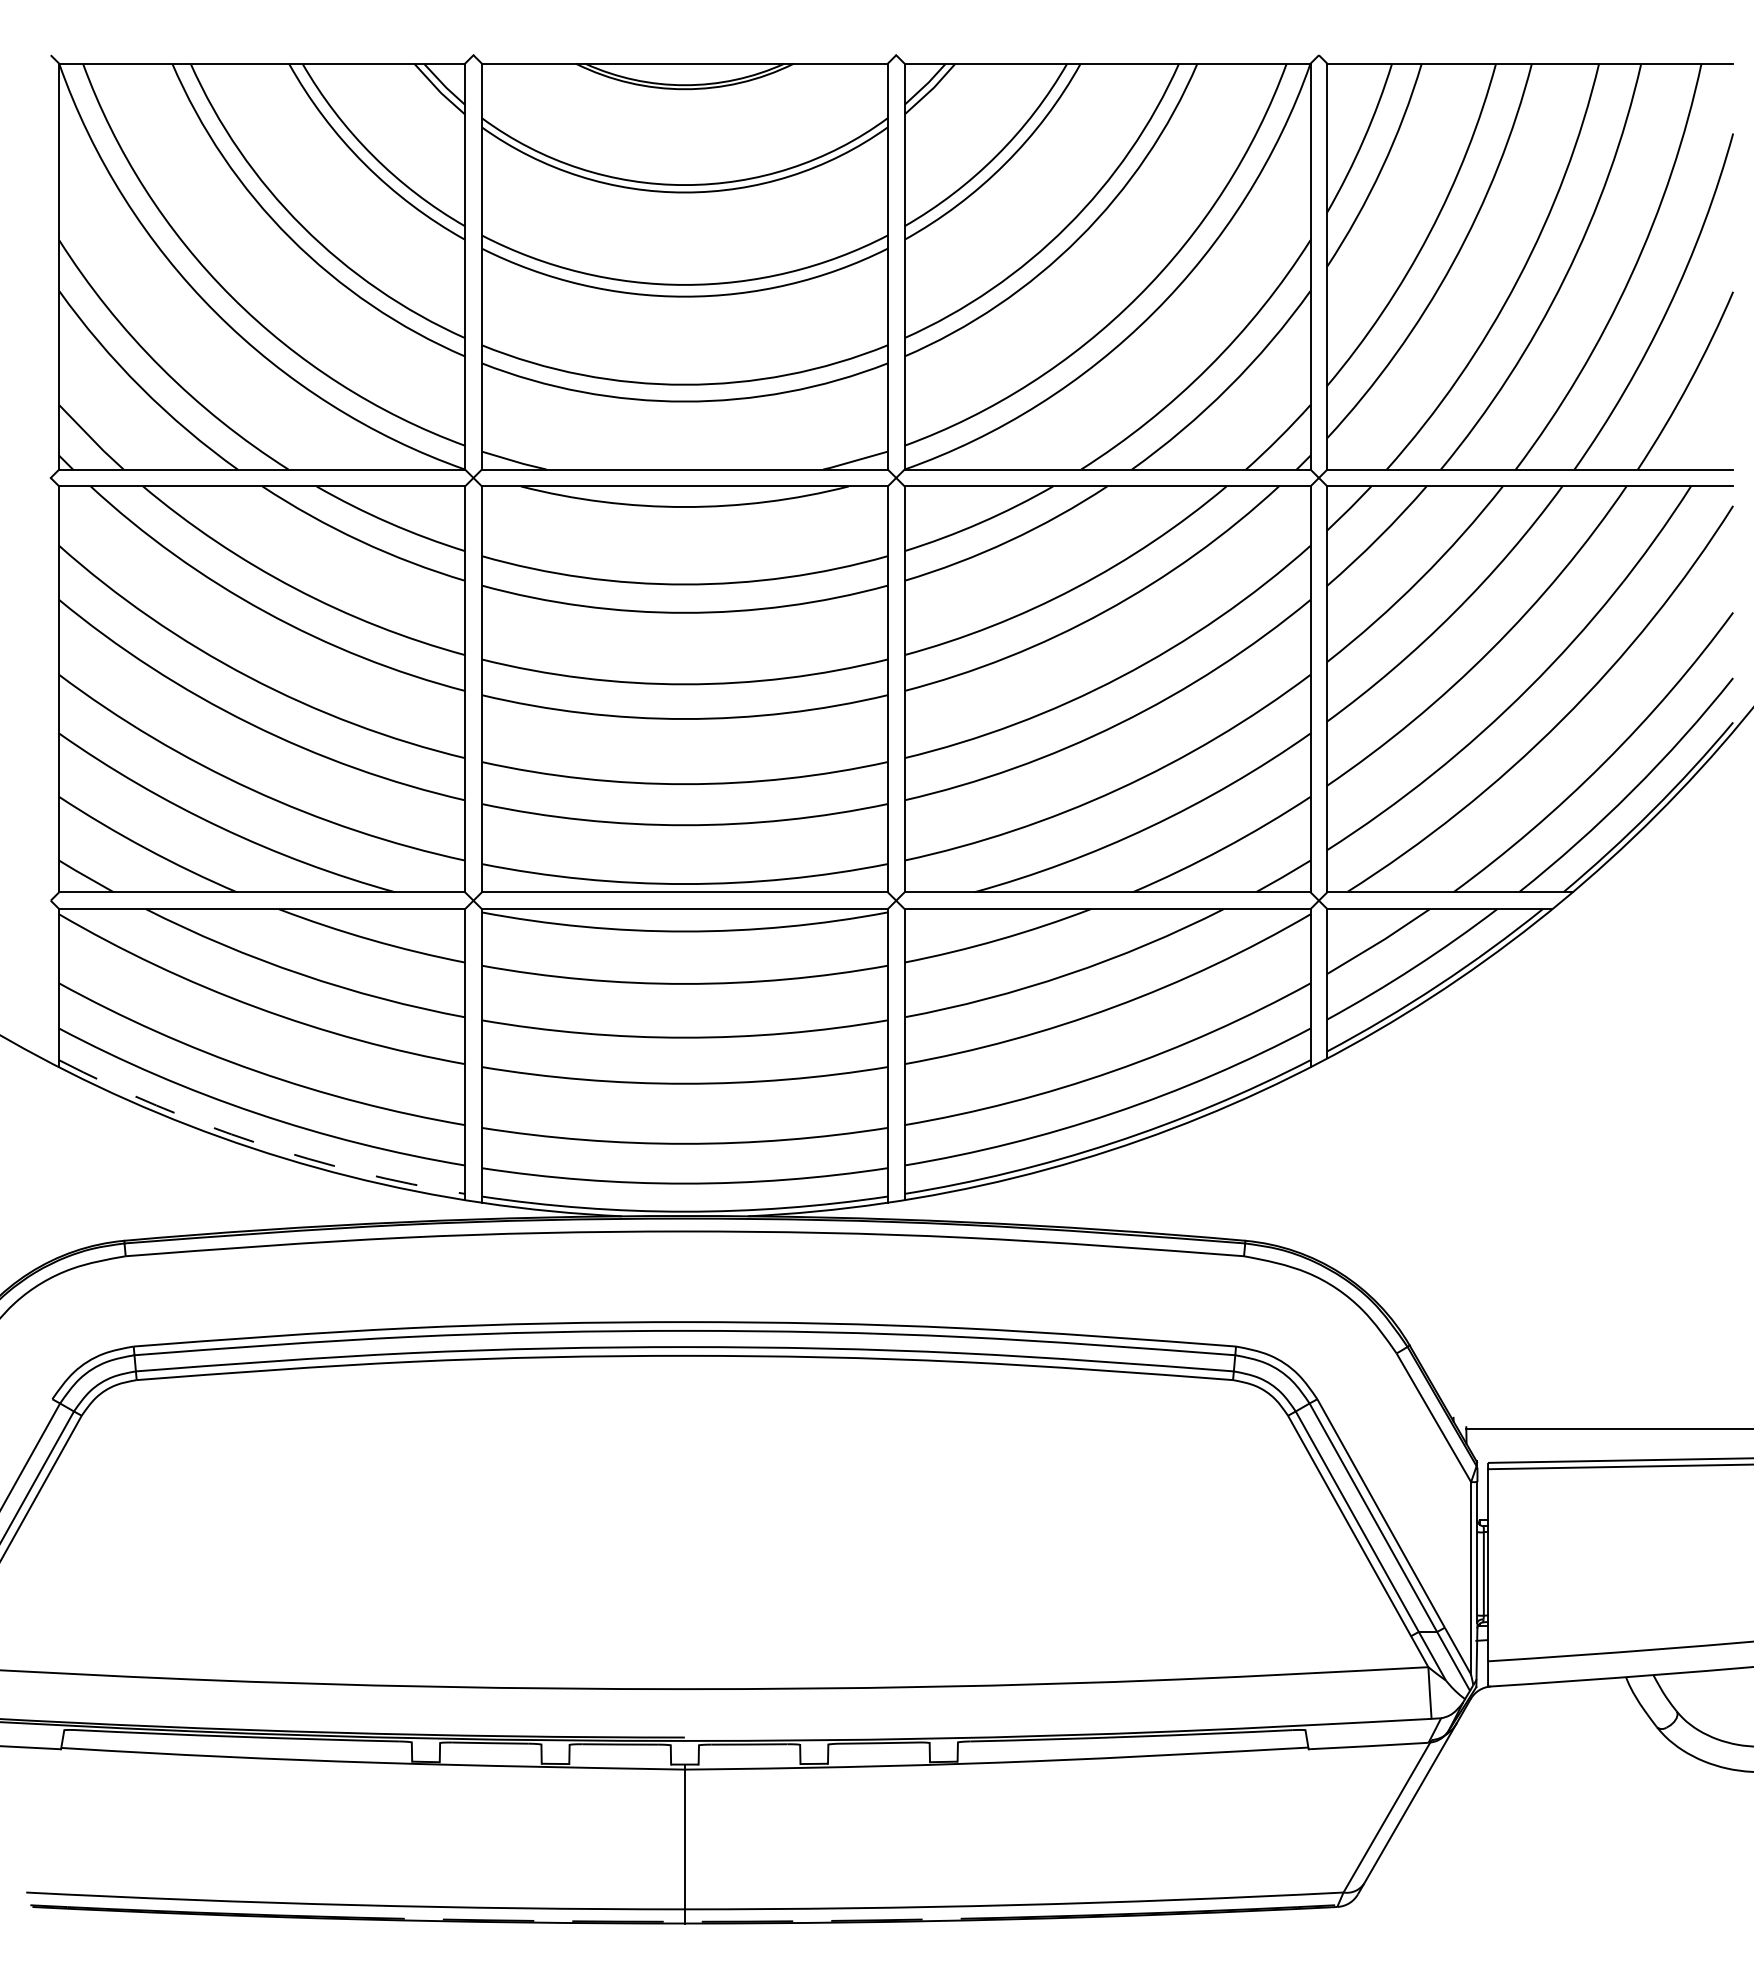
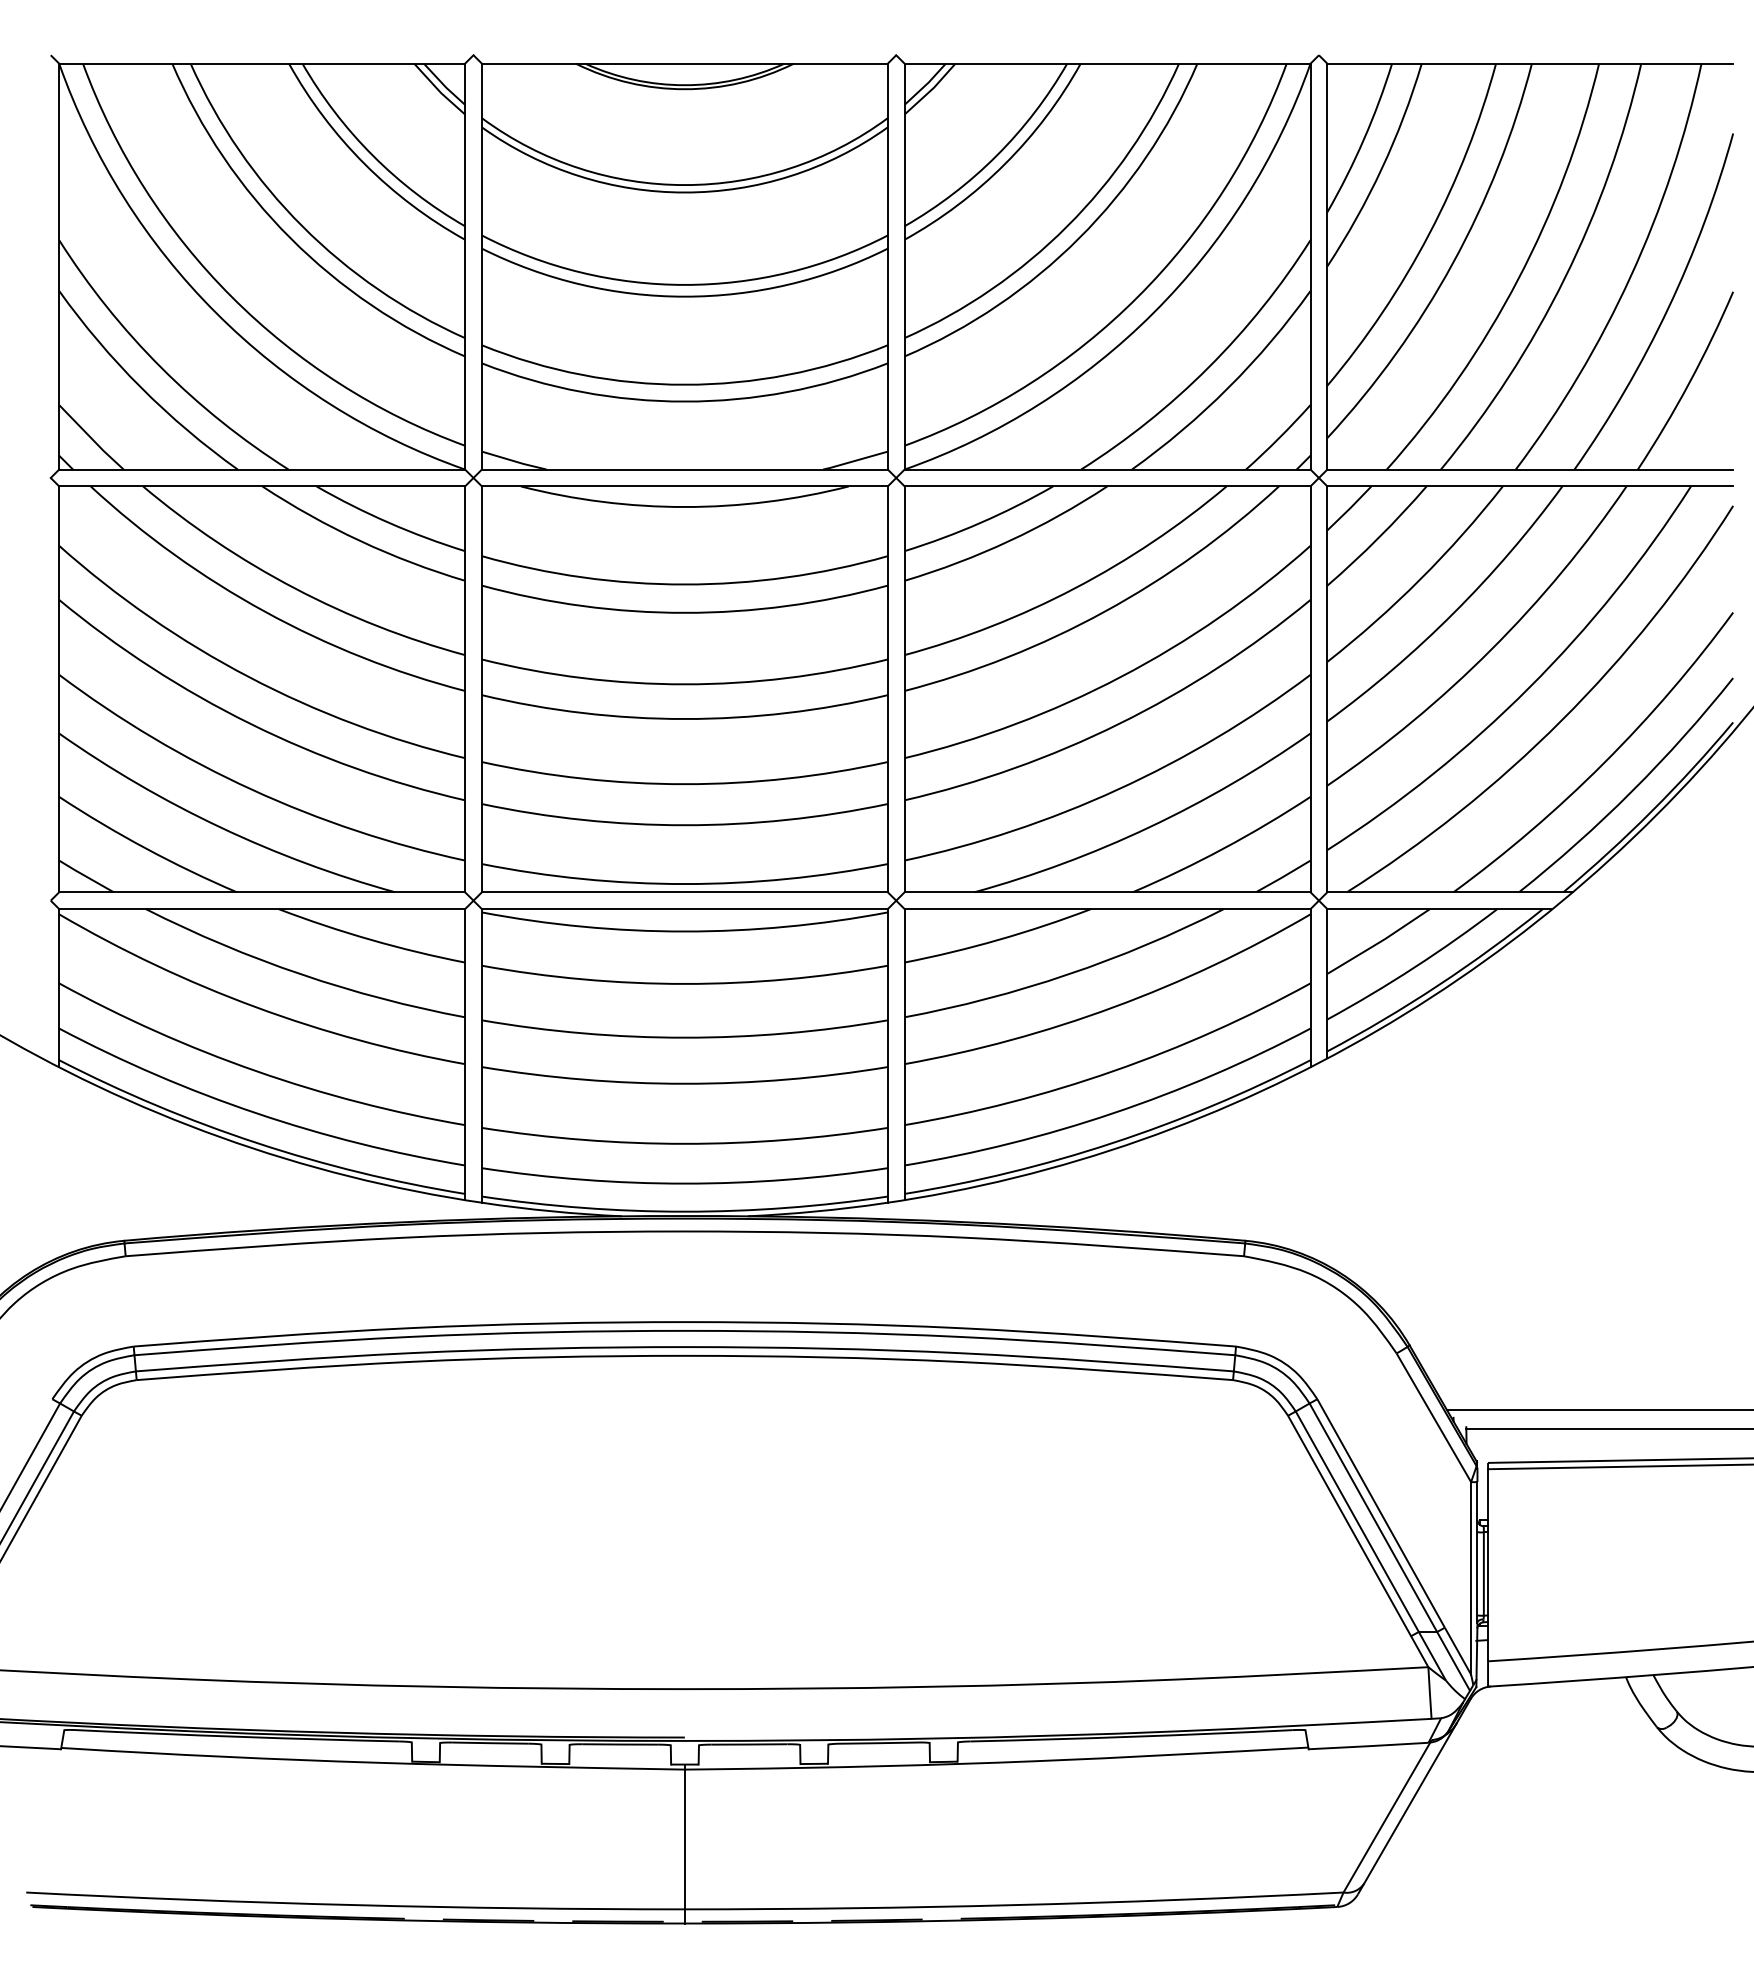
arc at (256, 1143): dashed -> solid
line at (1598, 1410): none -> present
